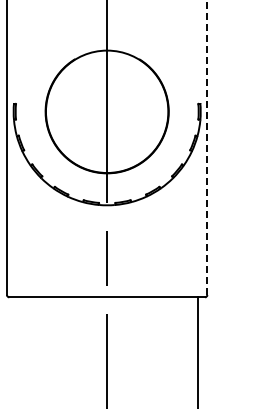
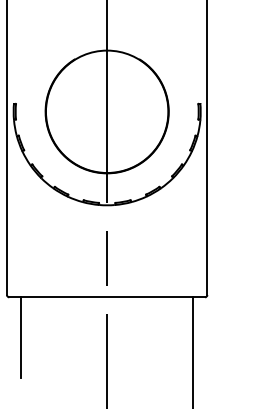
line at (207, 147): dashed -> solid
line at (21, 337): none -> present
line at (197, 351) position: (197, 351) -> (192, 351)
